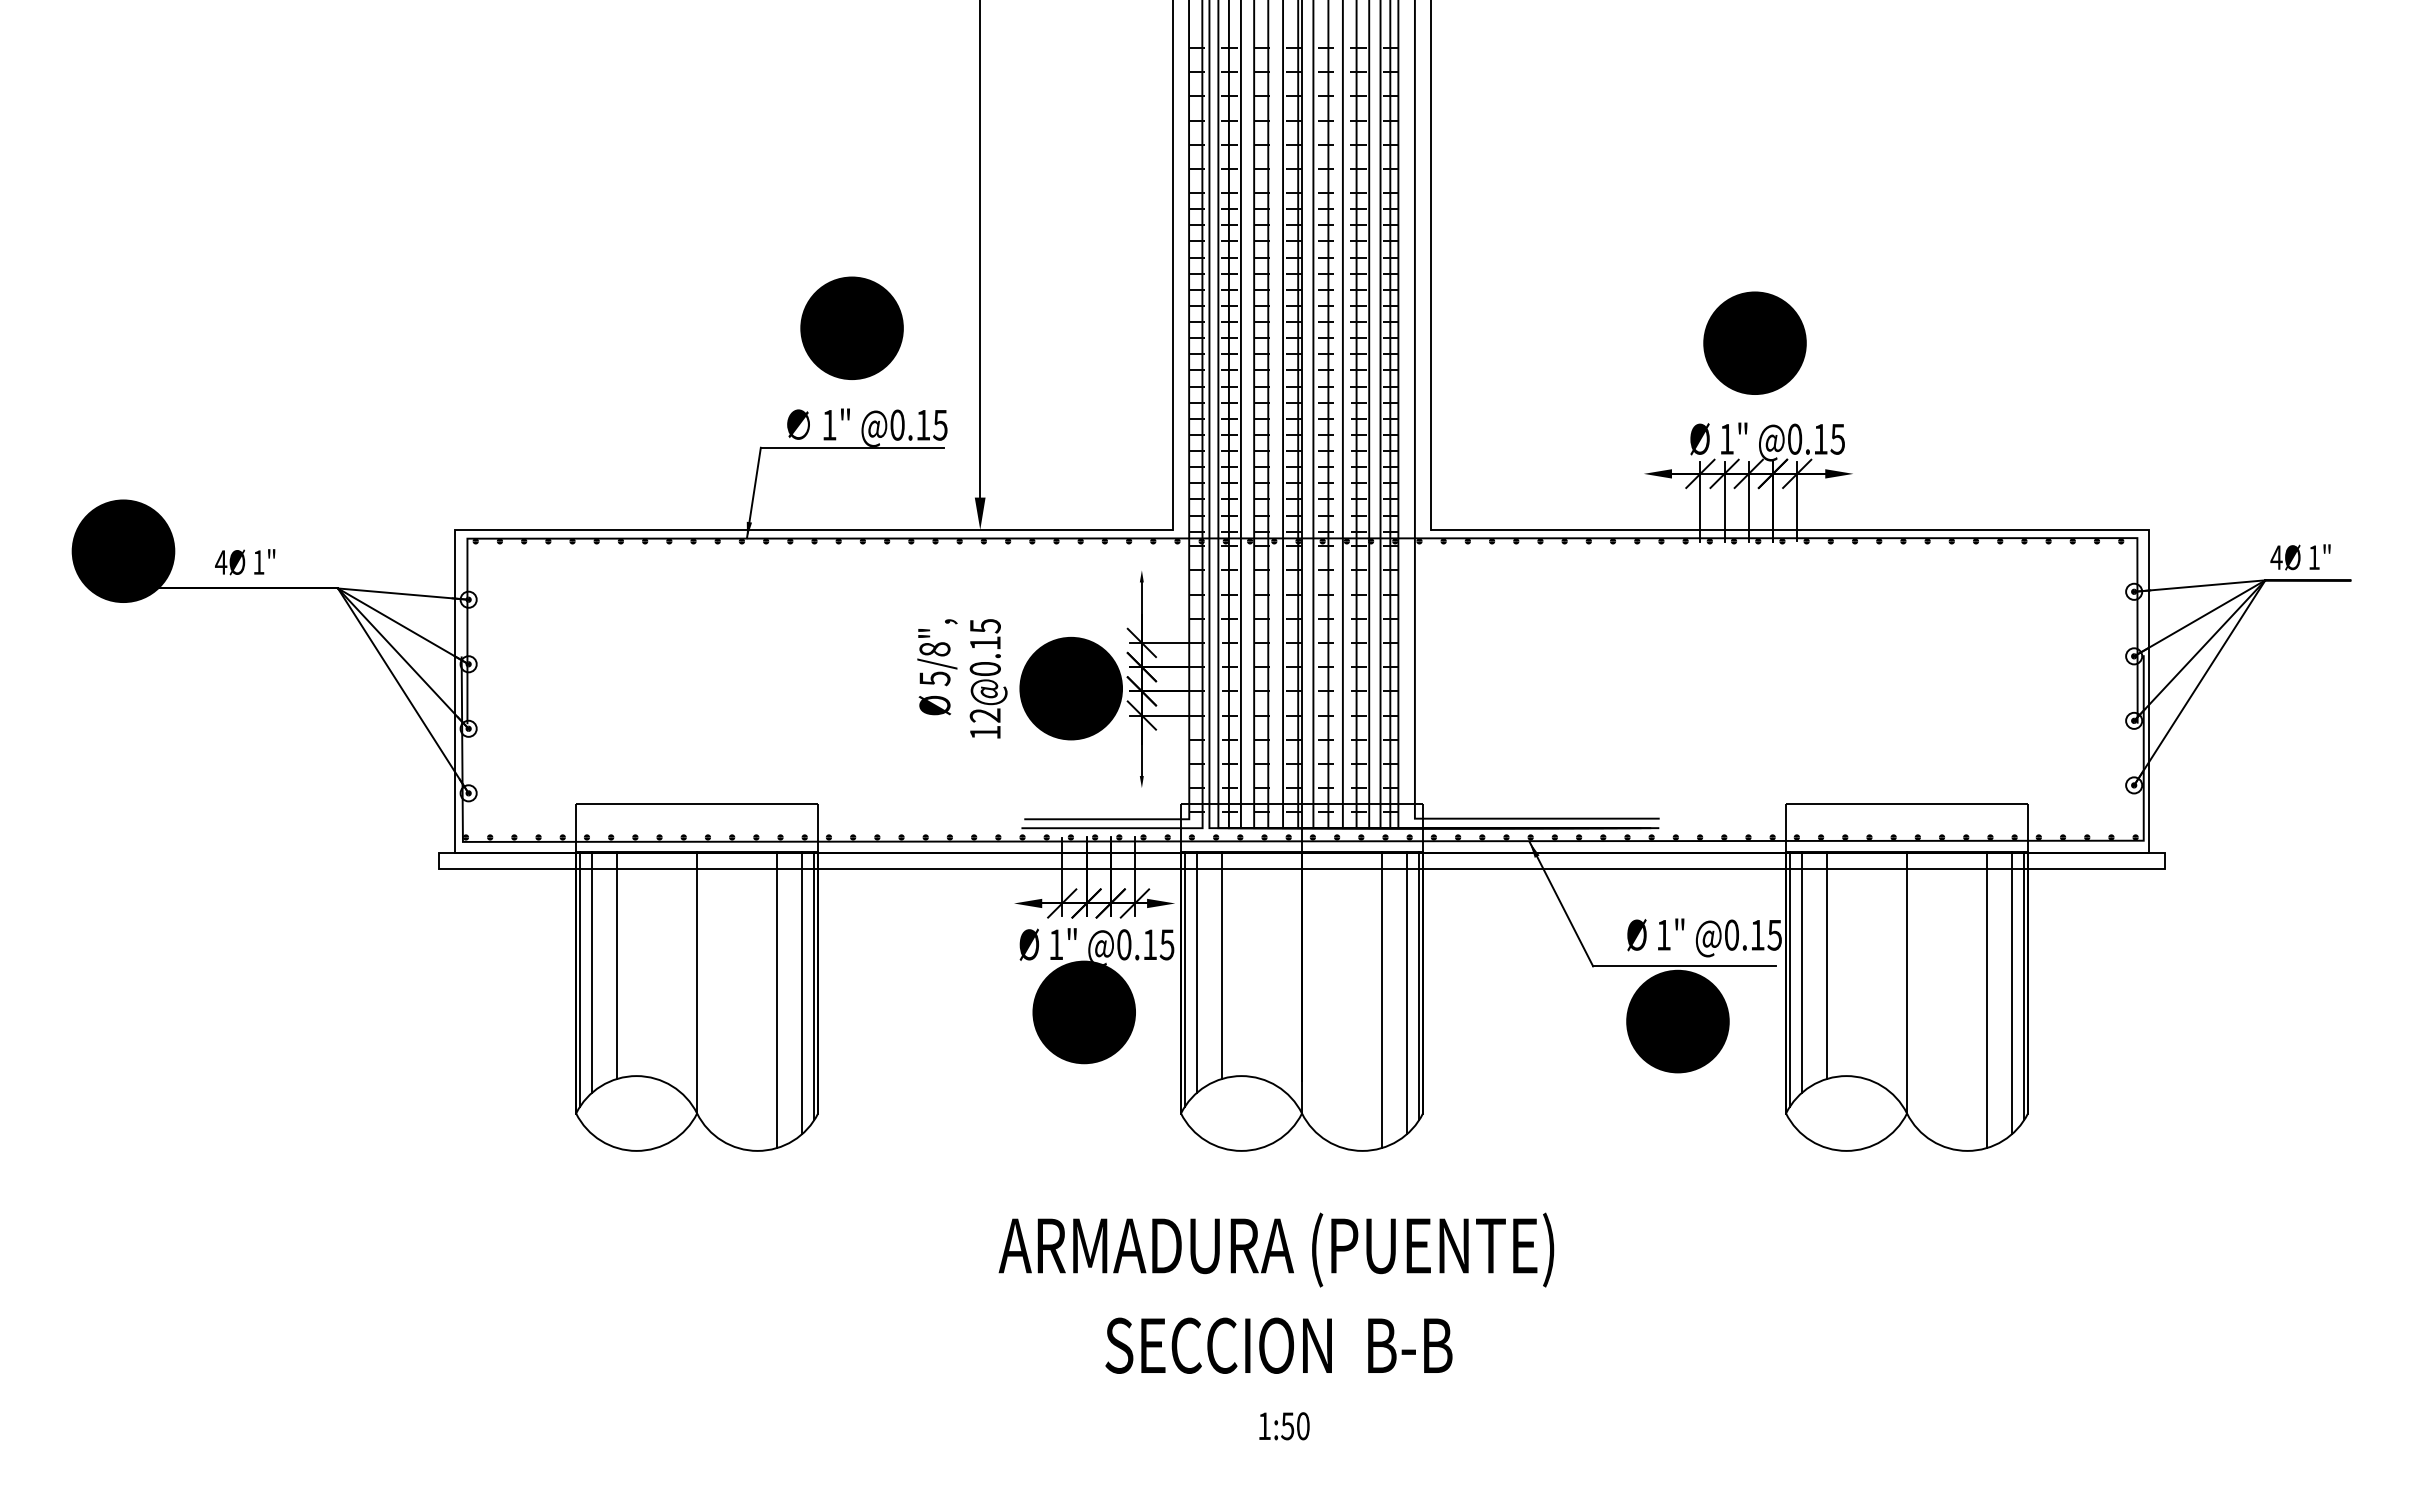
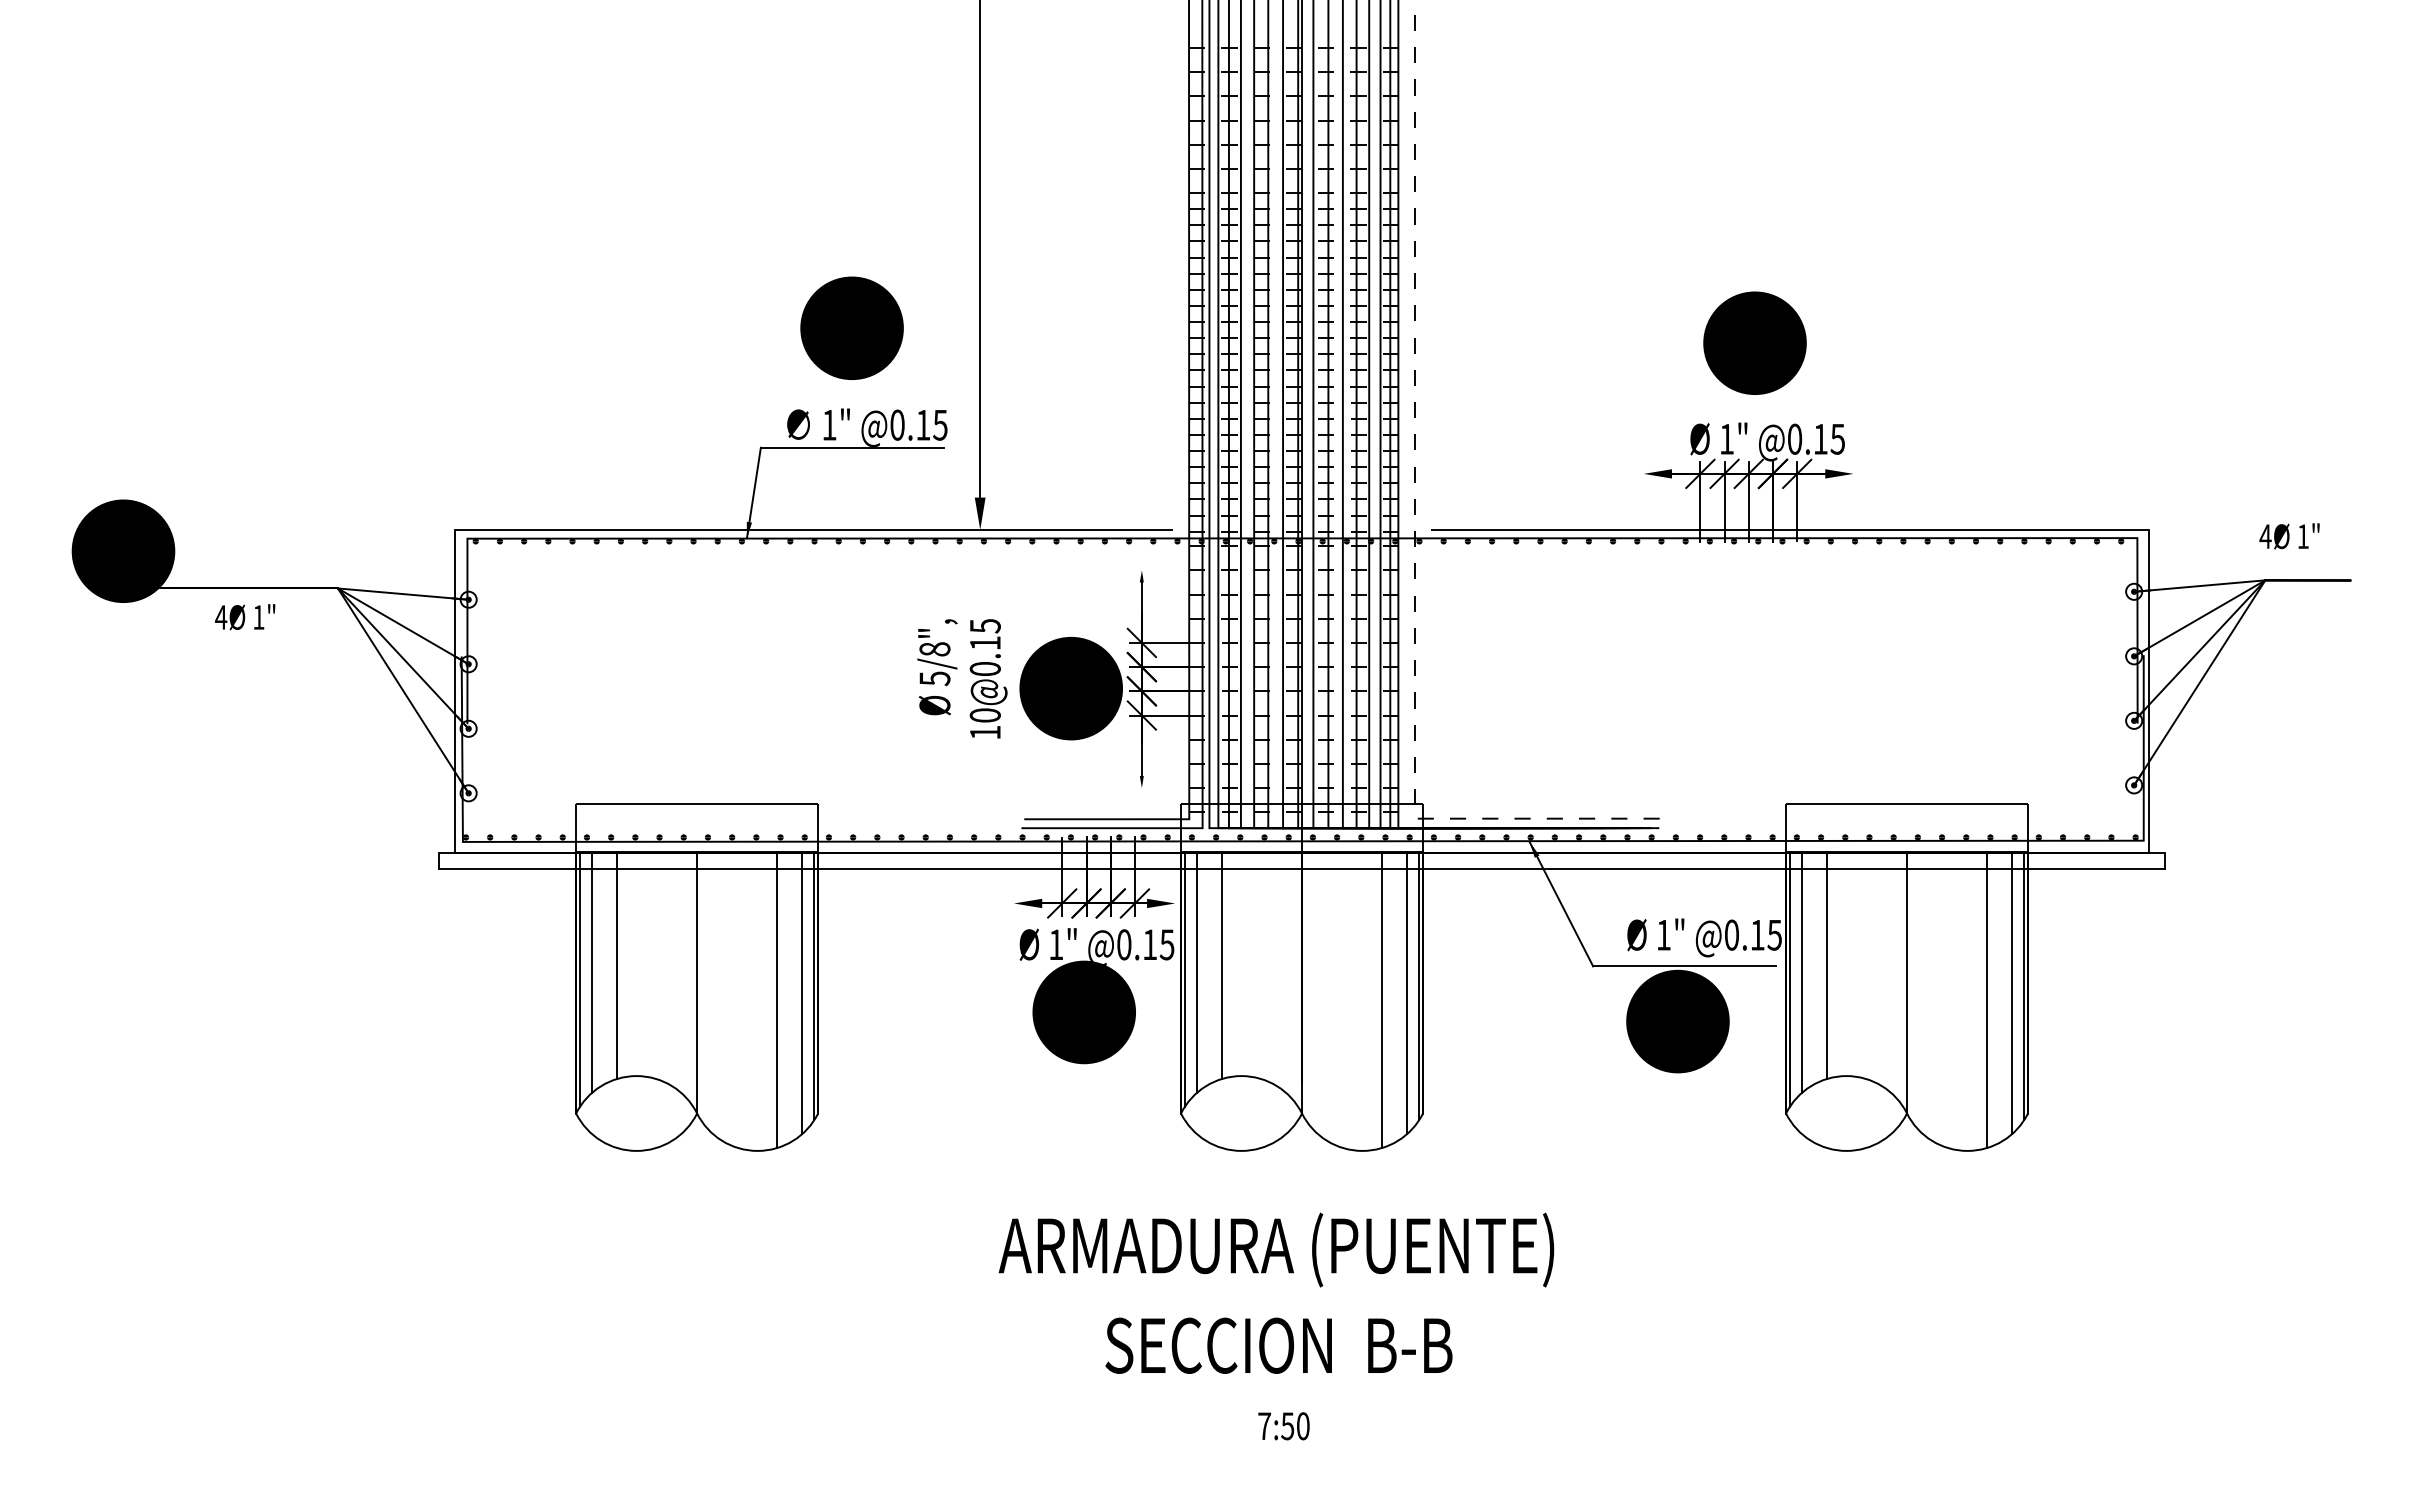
line at (1172, 265): present -> none
line at (1431, 265): present -> none
line at (1414, 532): solid -> dashed
text at (2300, 557) position: (2300, 557) -> (2289, 536)
text at (245, 562) position: (245, 562) -> (245, 617)
text at (984, 715): ^J12@0.15 -> ^J10@0.15
text at (1264, 1425): 1:50 -> 7:50
